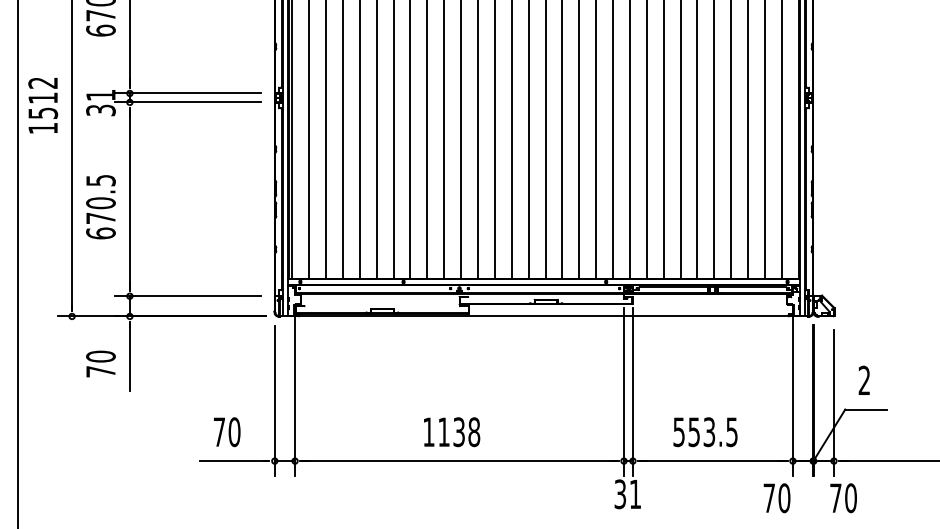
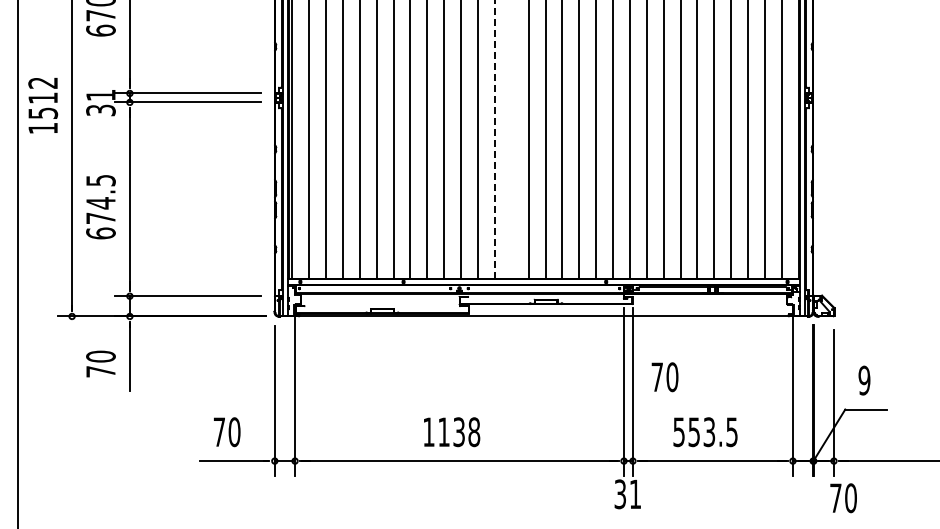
line at (494, 139): solid -> dashed
line at (511, 140): present -> none
text at (100, 203): 670.5 -> 674.5
text at (864, 380): 2 -> 9
text at (776, 498) position: (776, 498) -> (664, 377)
